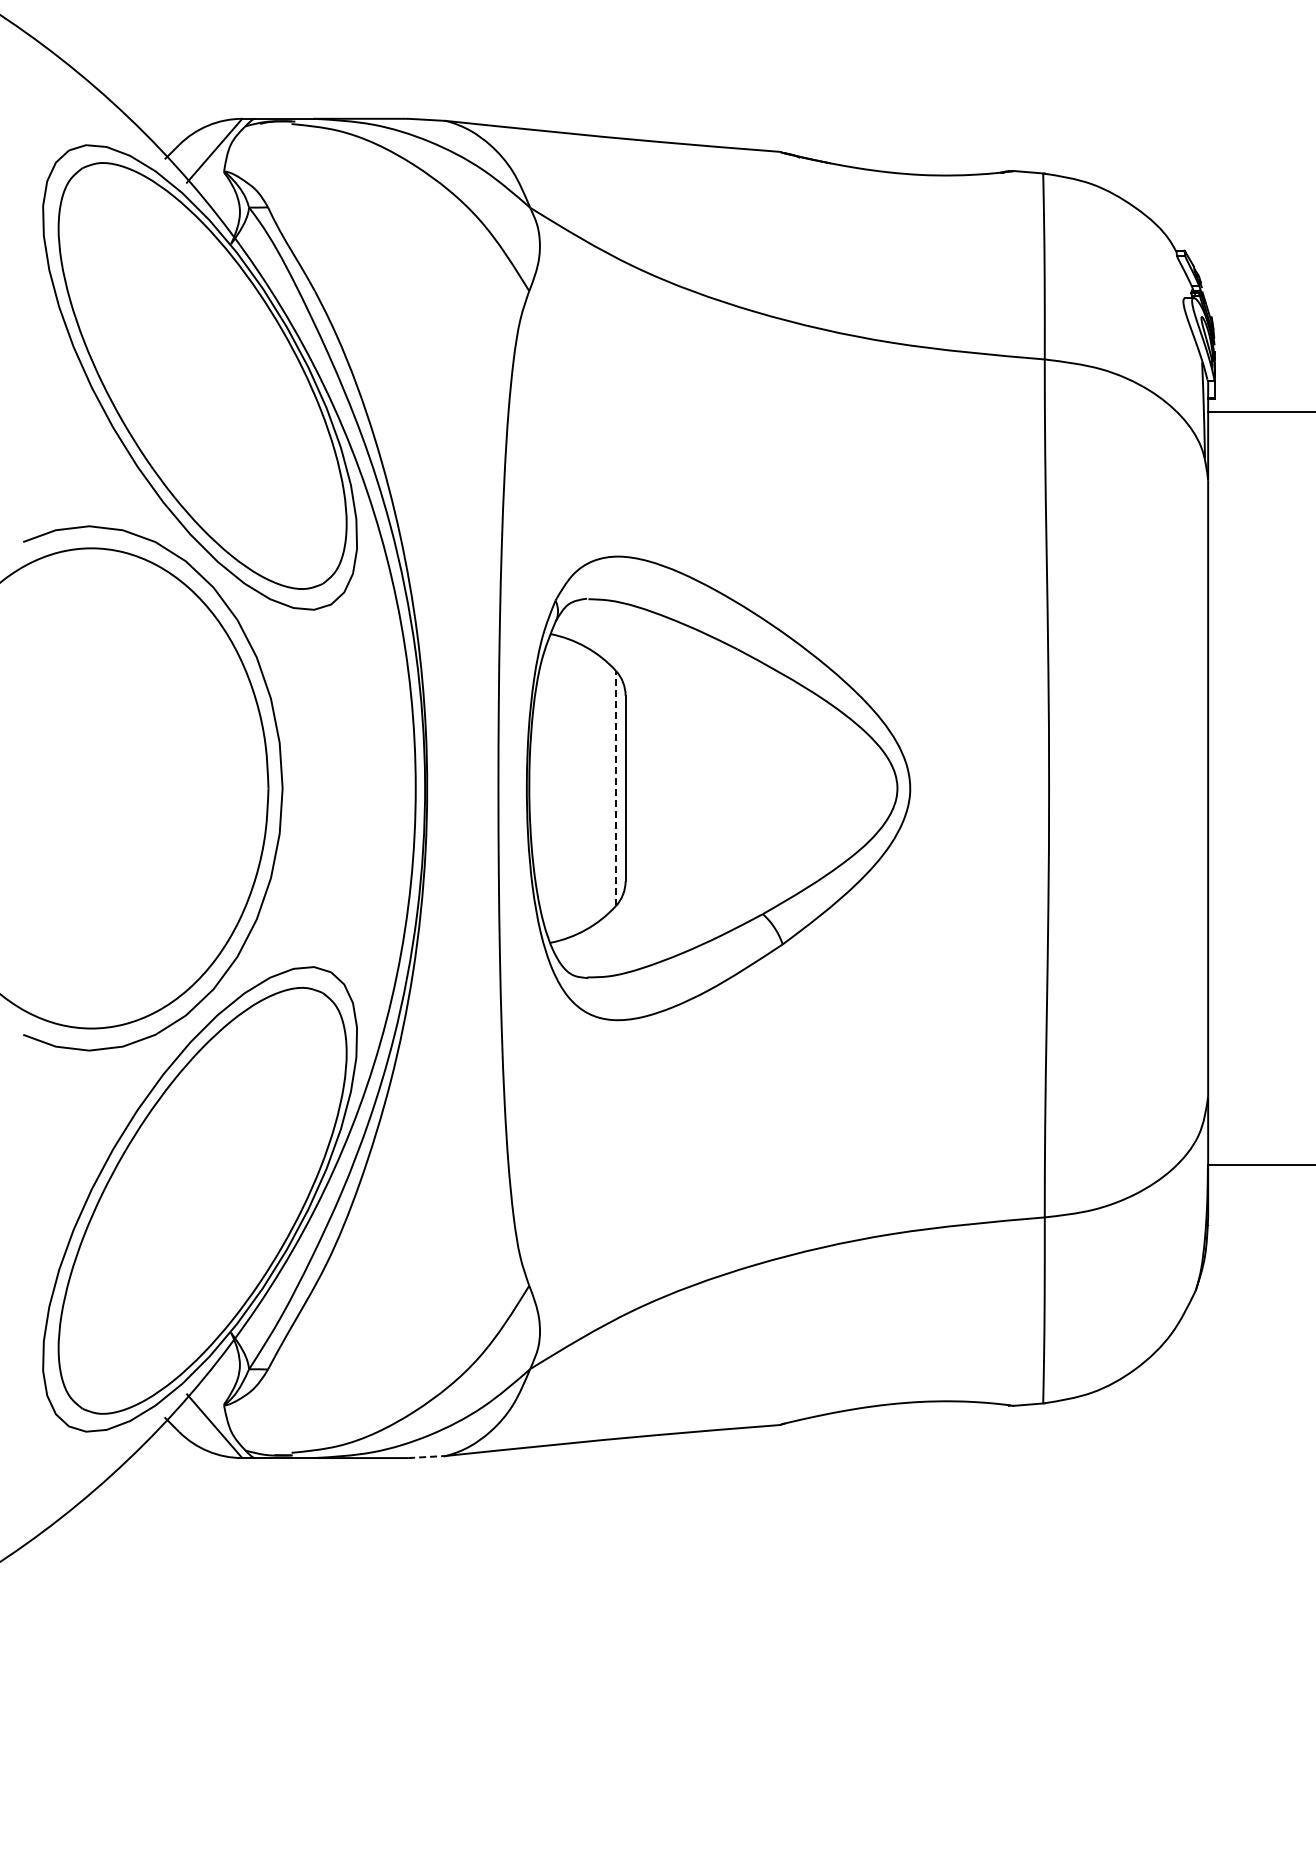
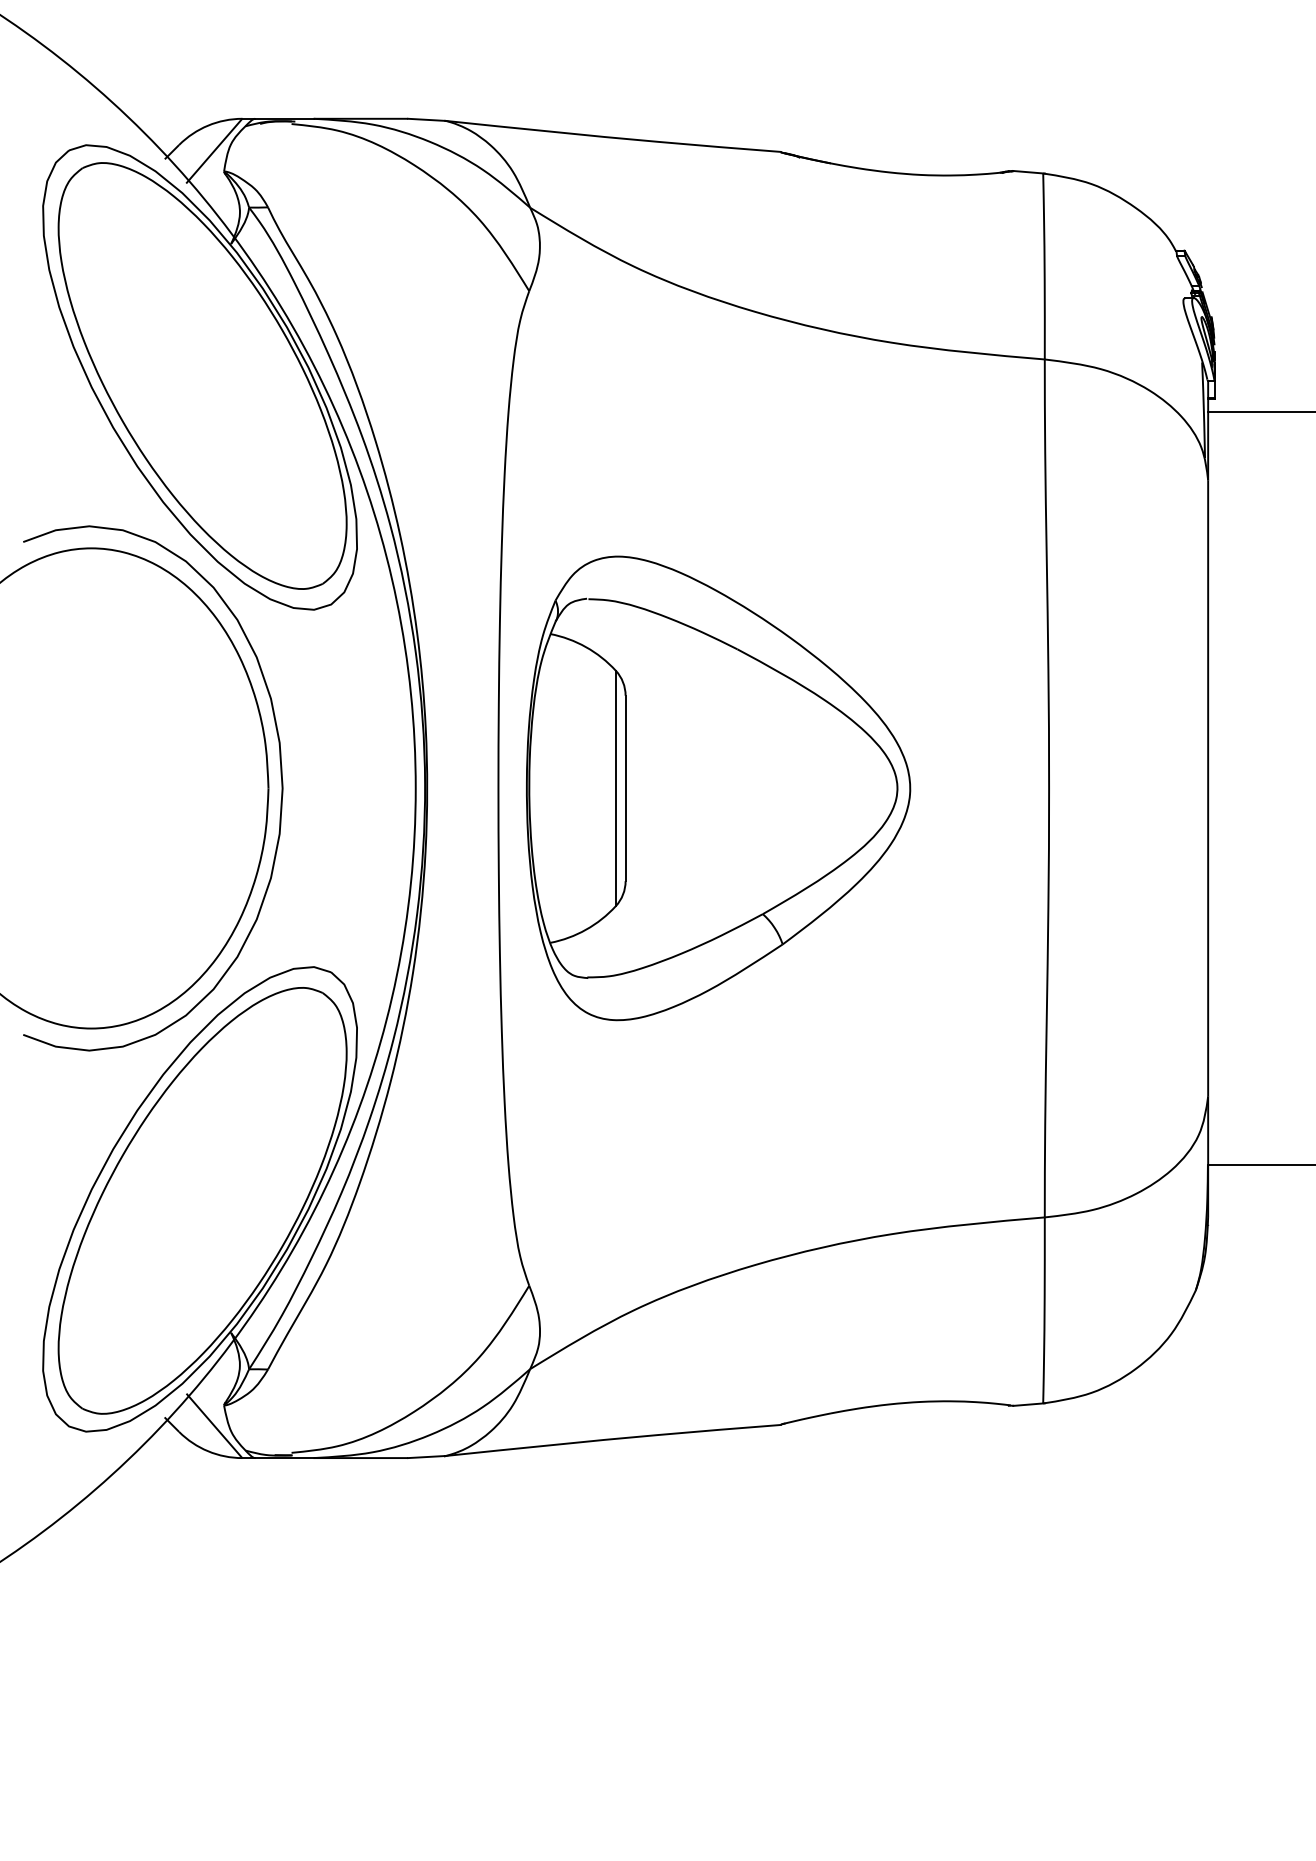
line at (615, 788): dashed -> solid
line at (426, 1457): dashed -> solid
